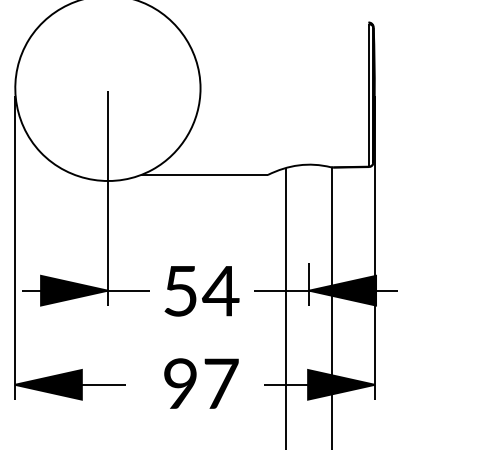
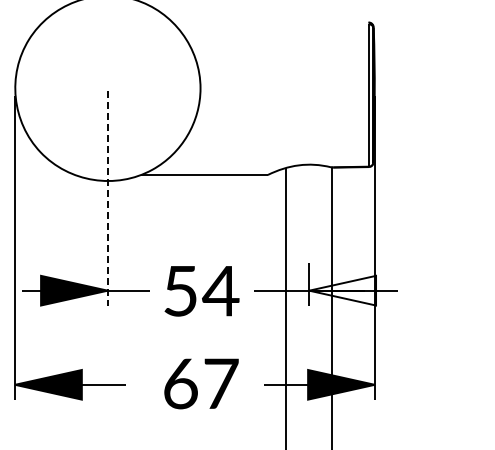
line at (107, 198): solid -> dashed
fill at (342, 290): present -> none
text at (180, 383): 97 -> 67
